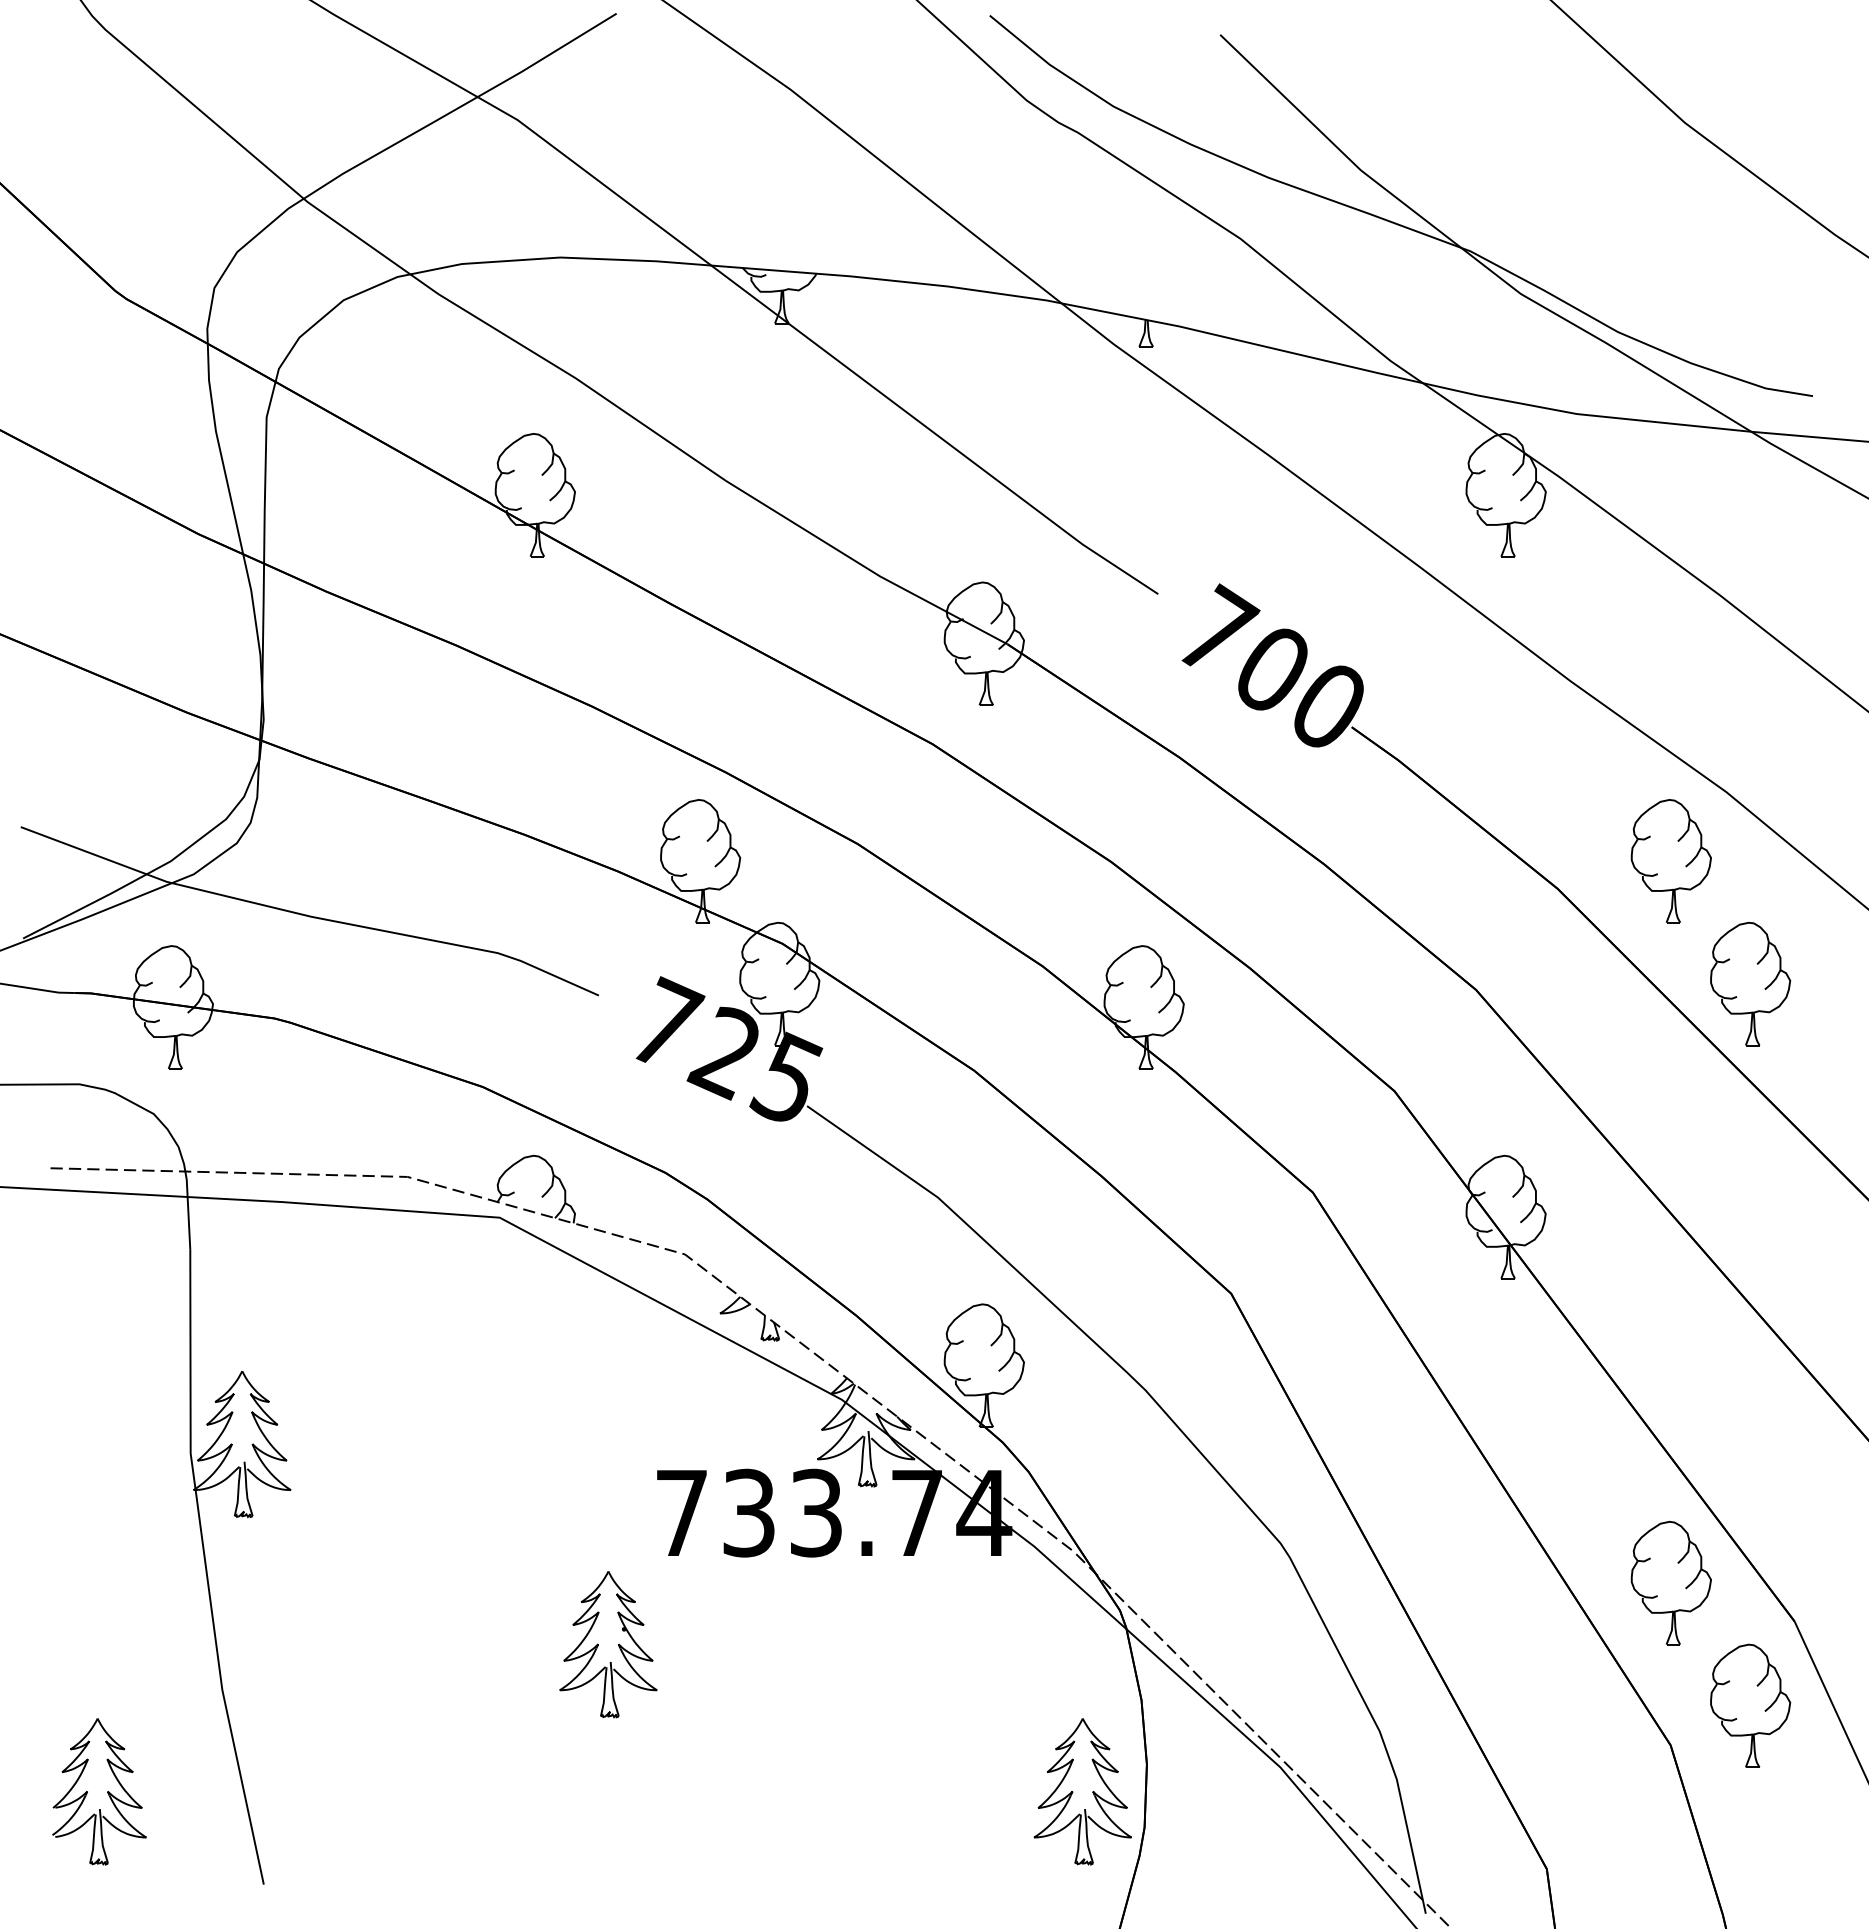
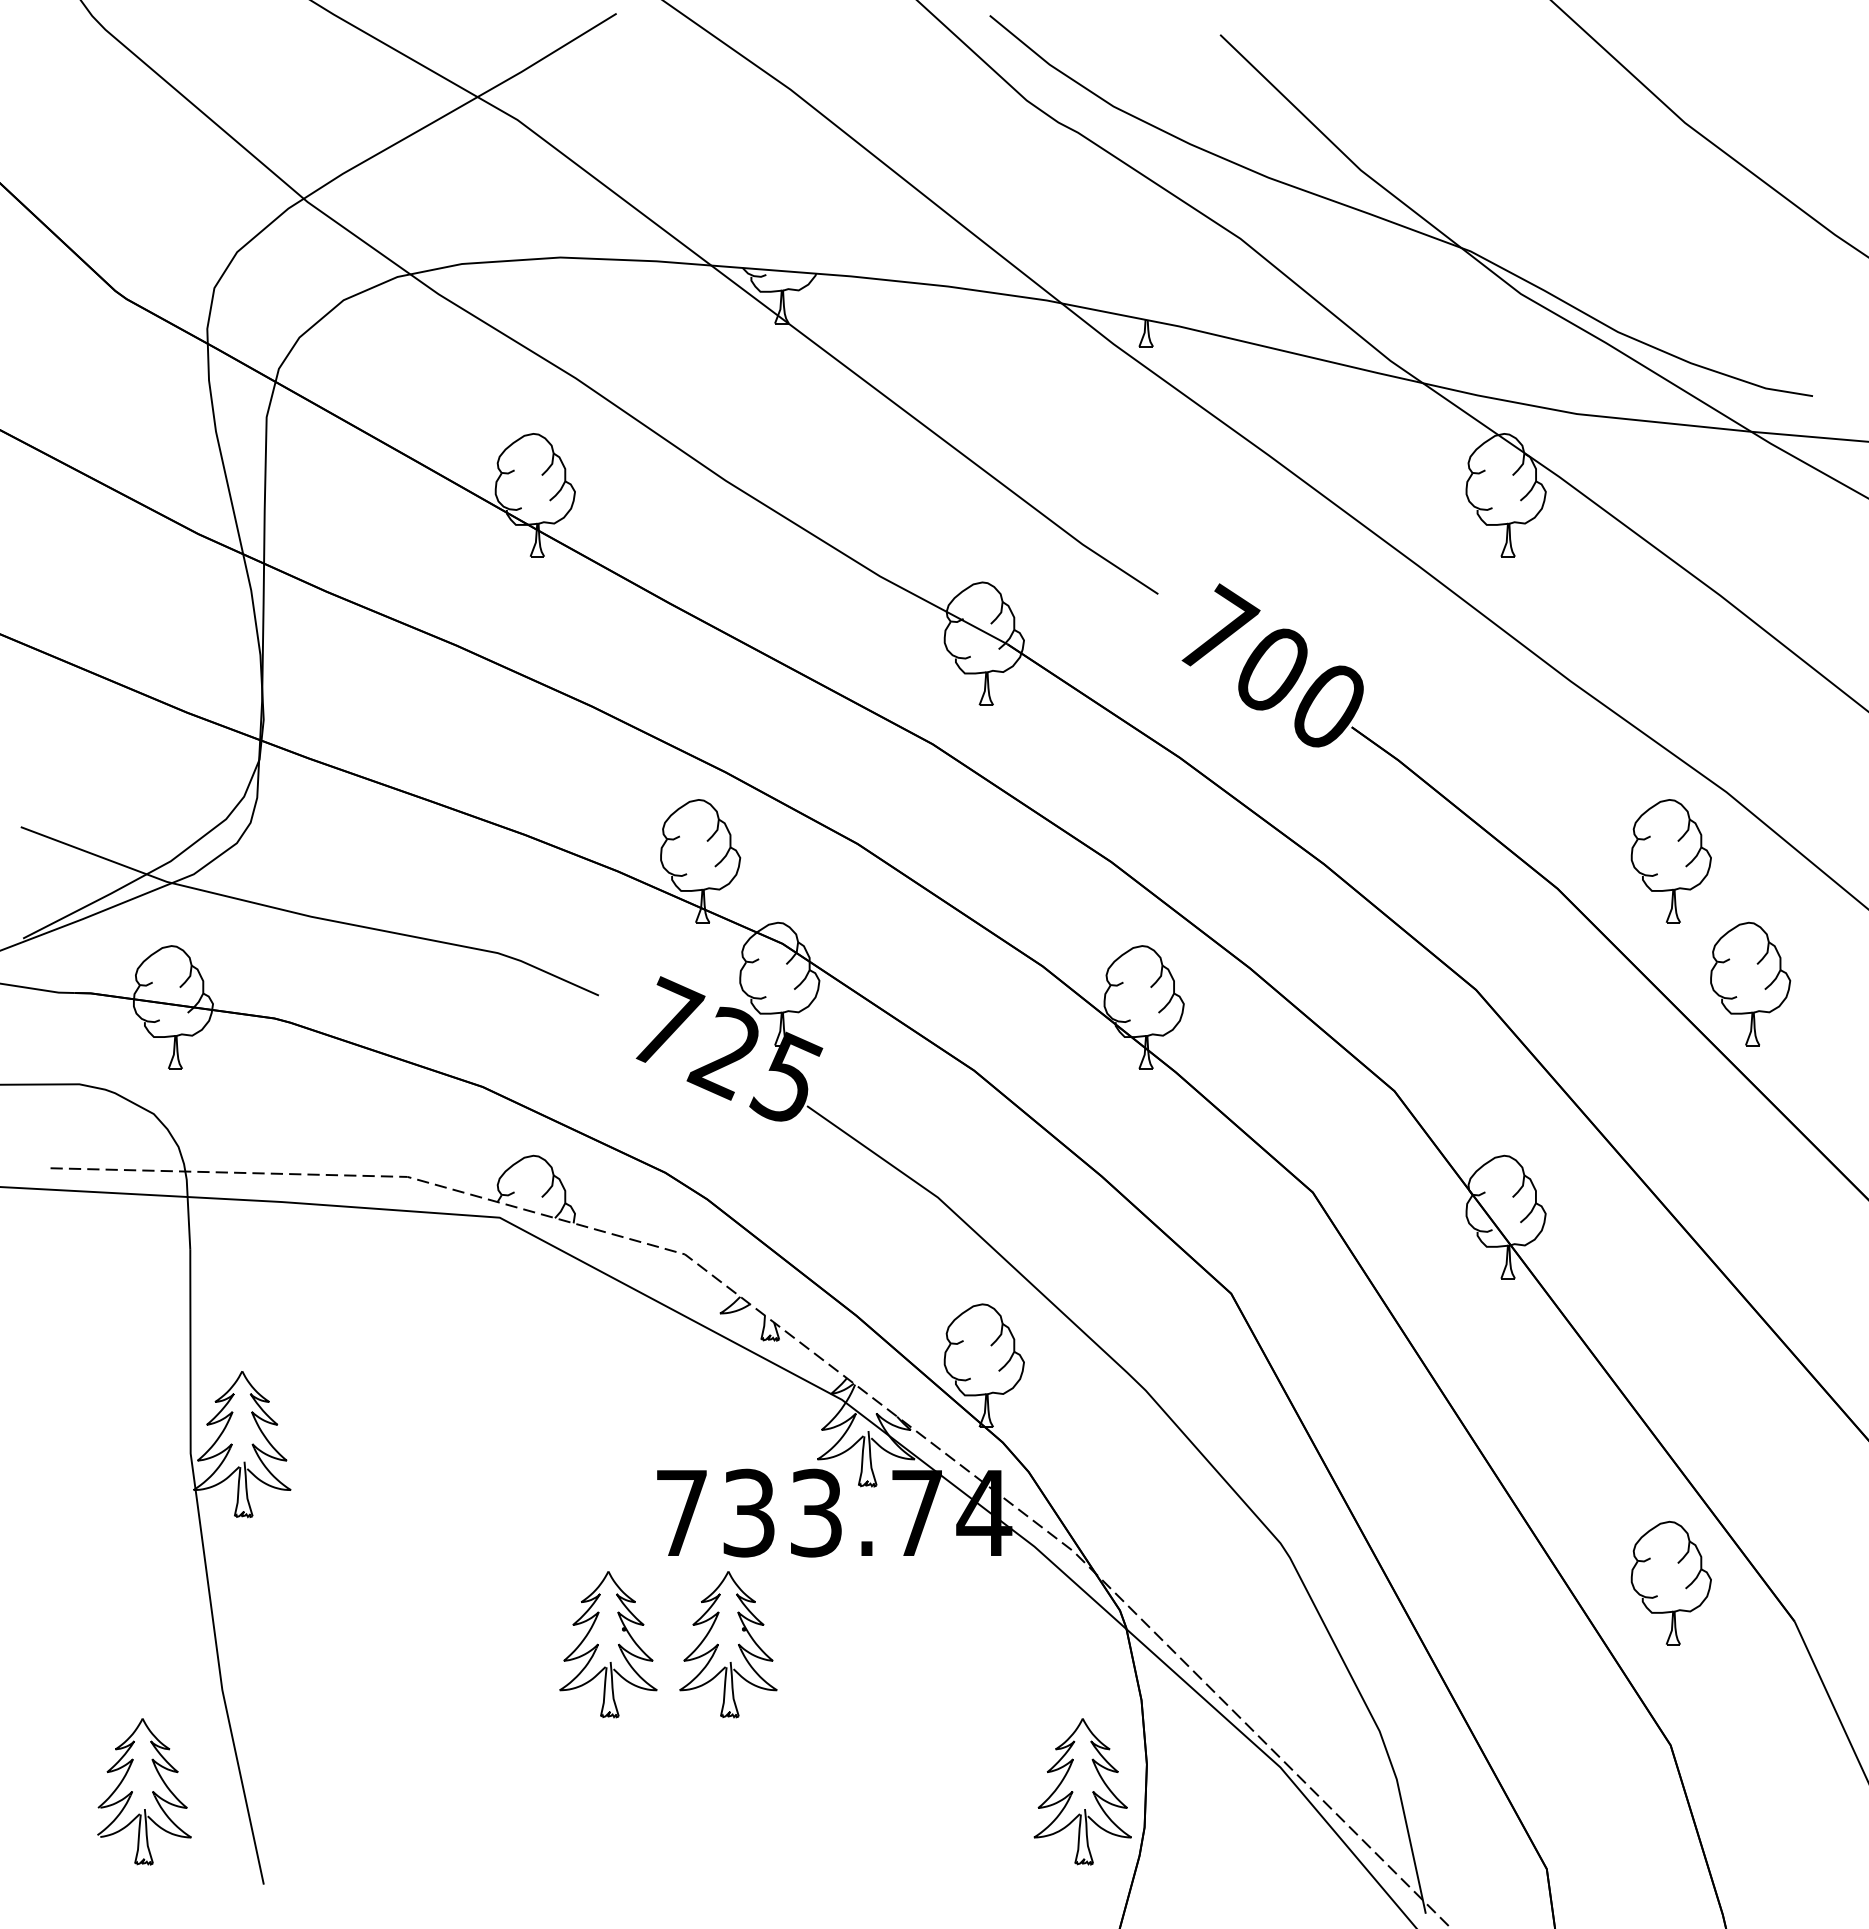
part at (728, 1644): none -> present
part at (1750, 1705): present -> none
part at (107, 1791) position: (107, 1791) -> (152, 1791)
